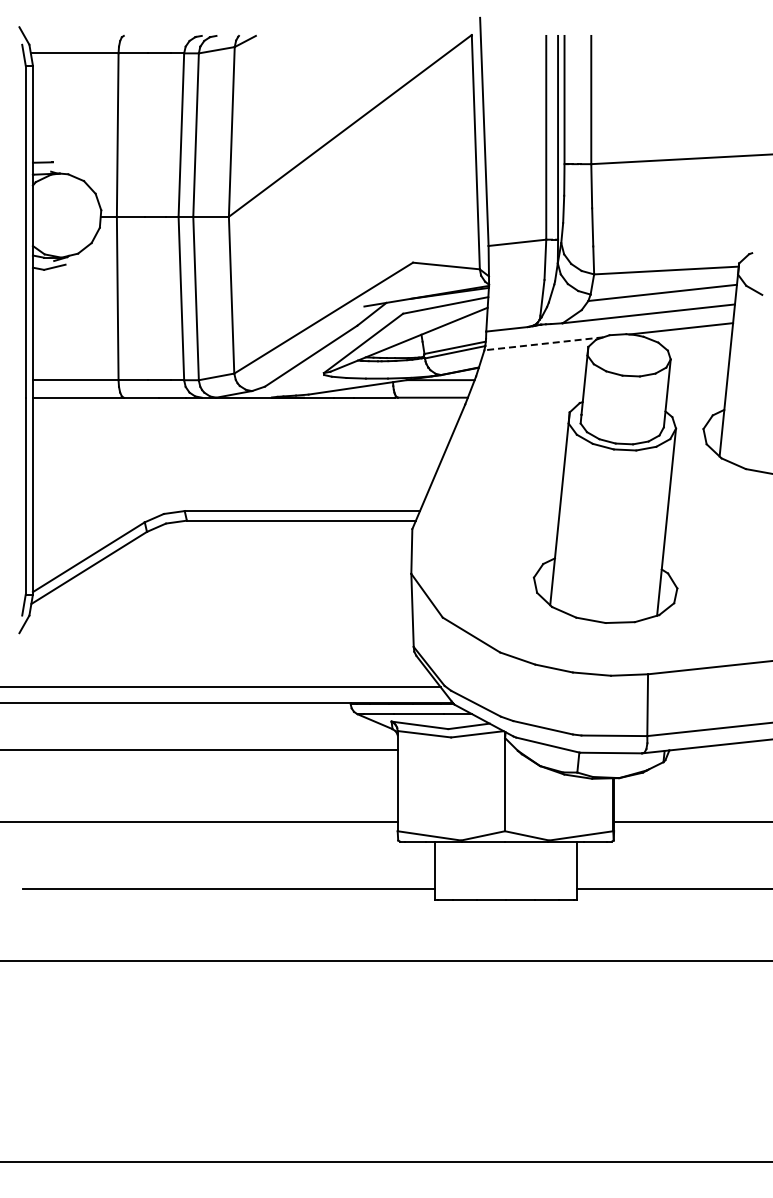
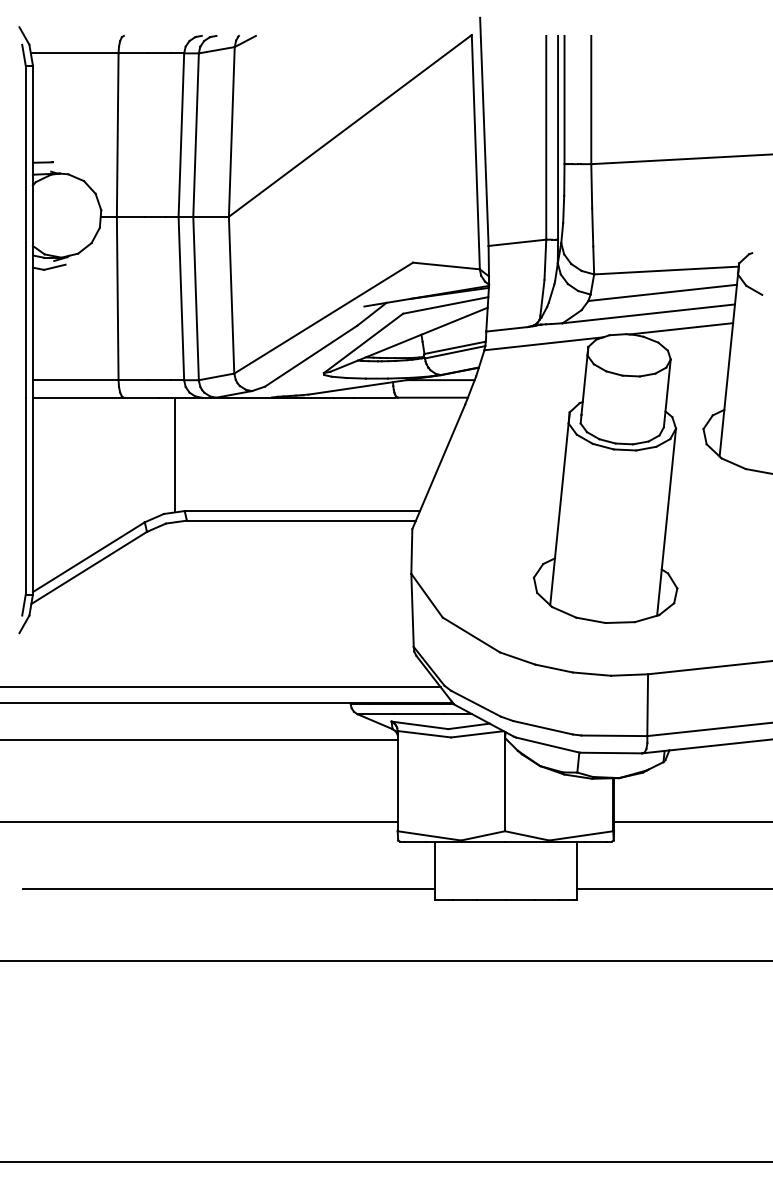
line at (543, 343): dashed -> solid
line at (175, 454): none -> present
line at (199, 750) position: (199, 750) -> (199, 740)
